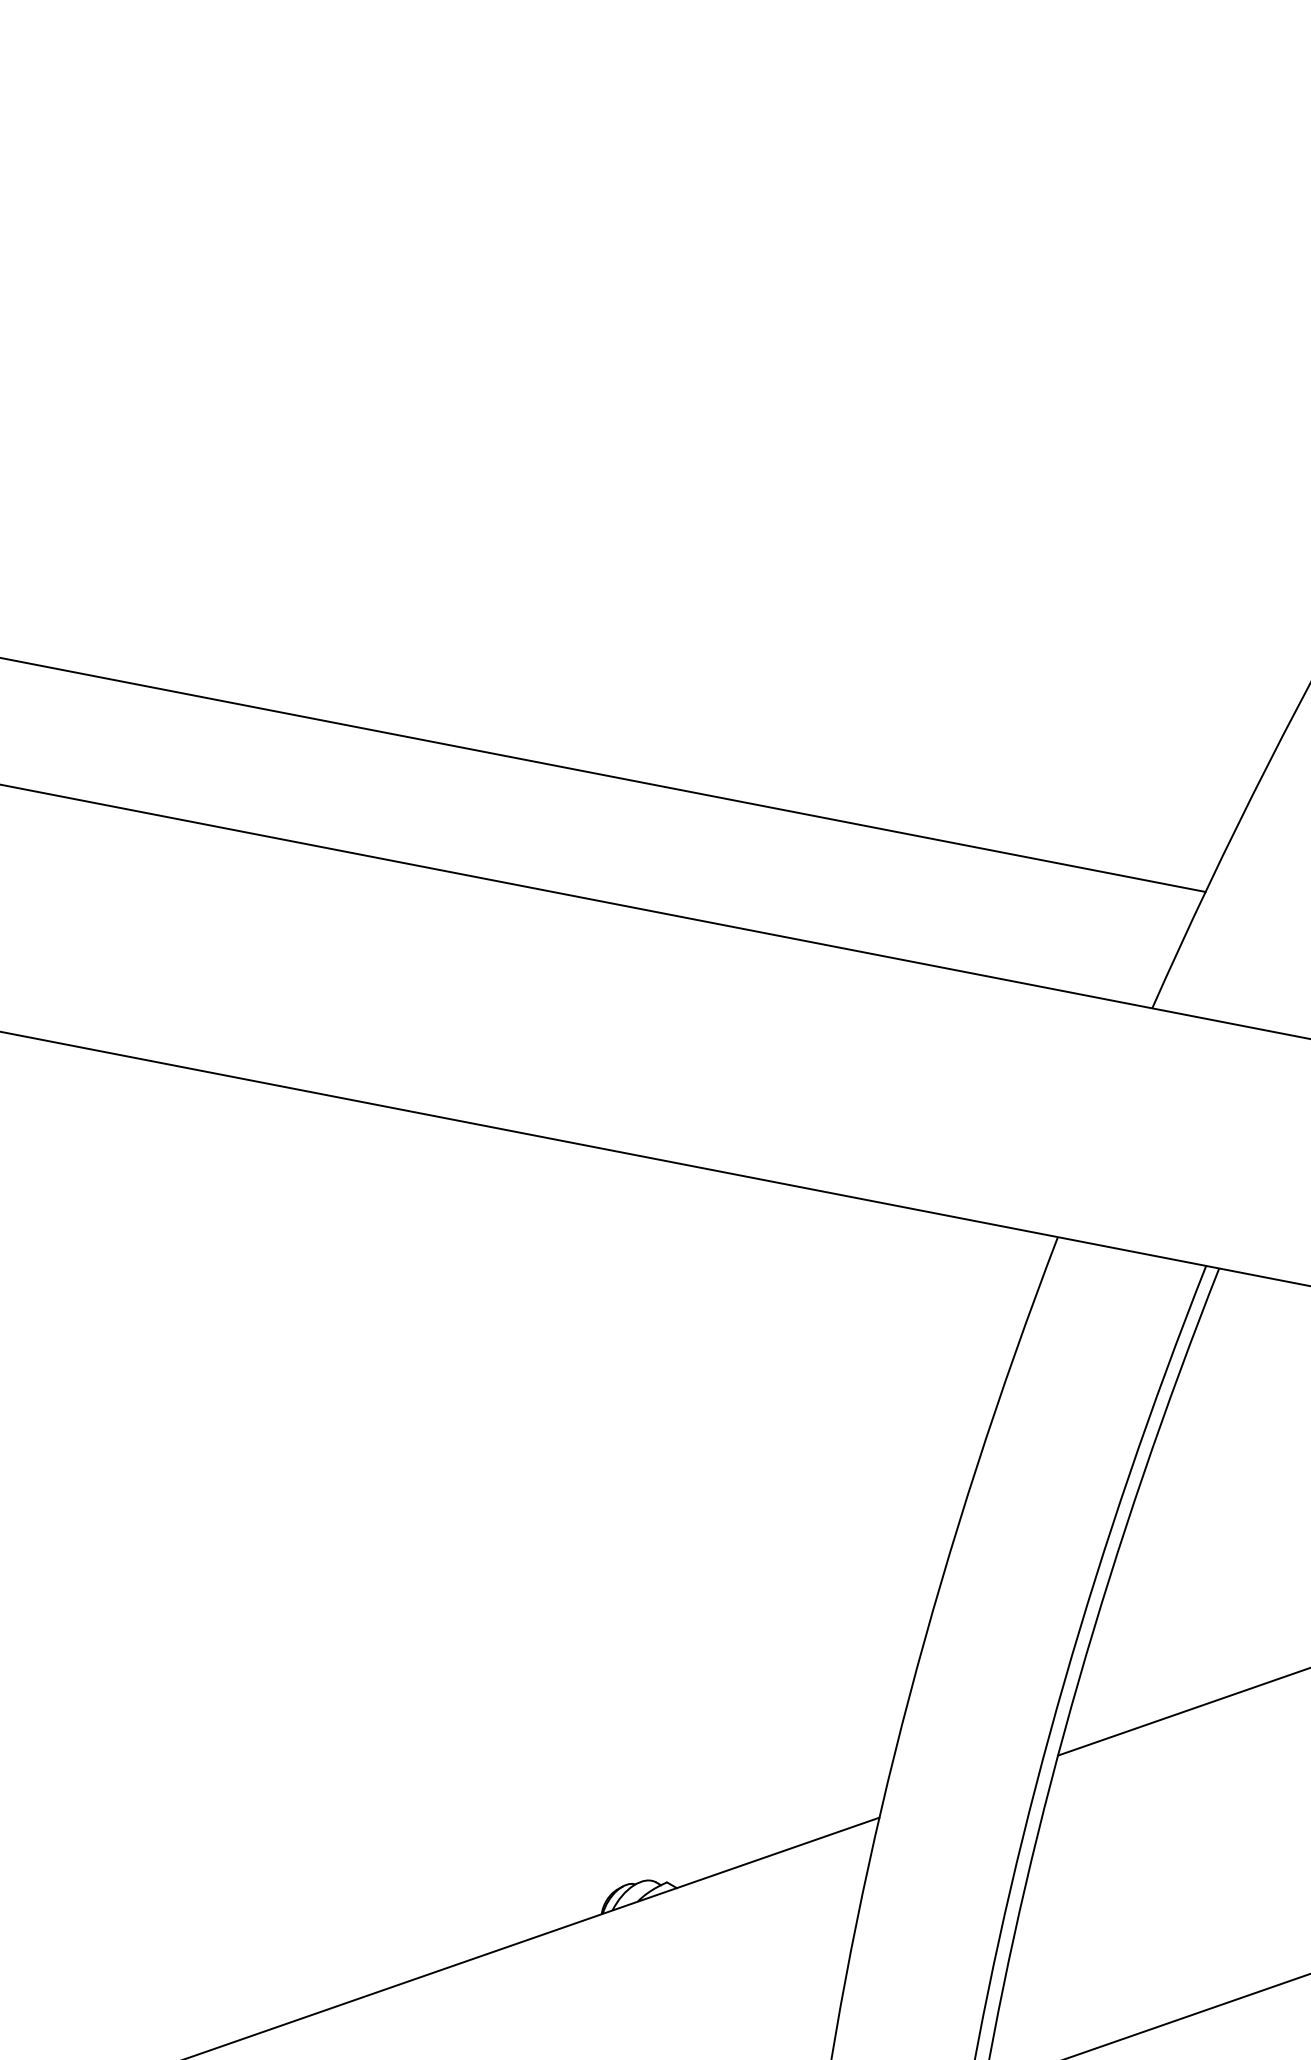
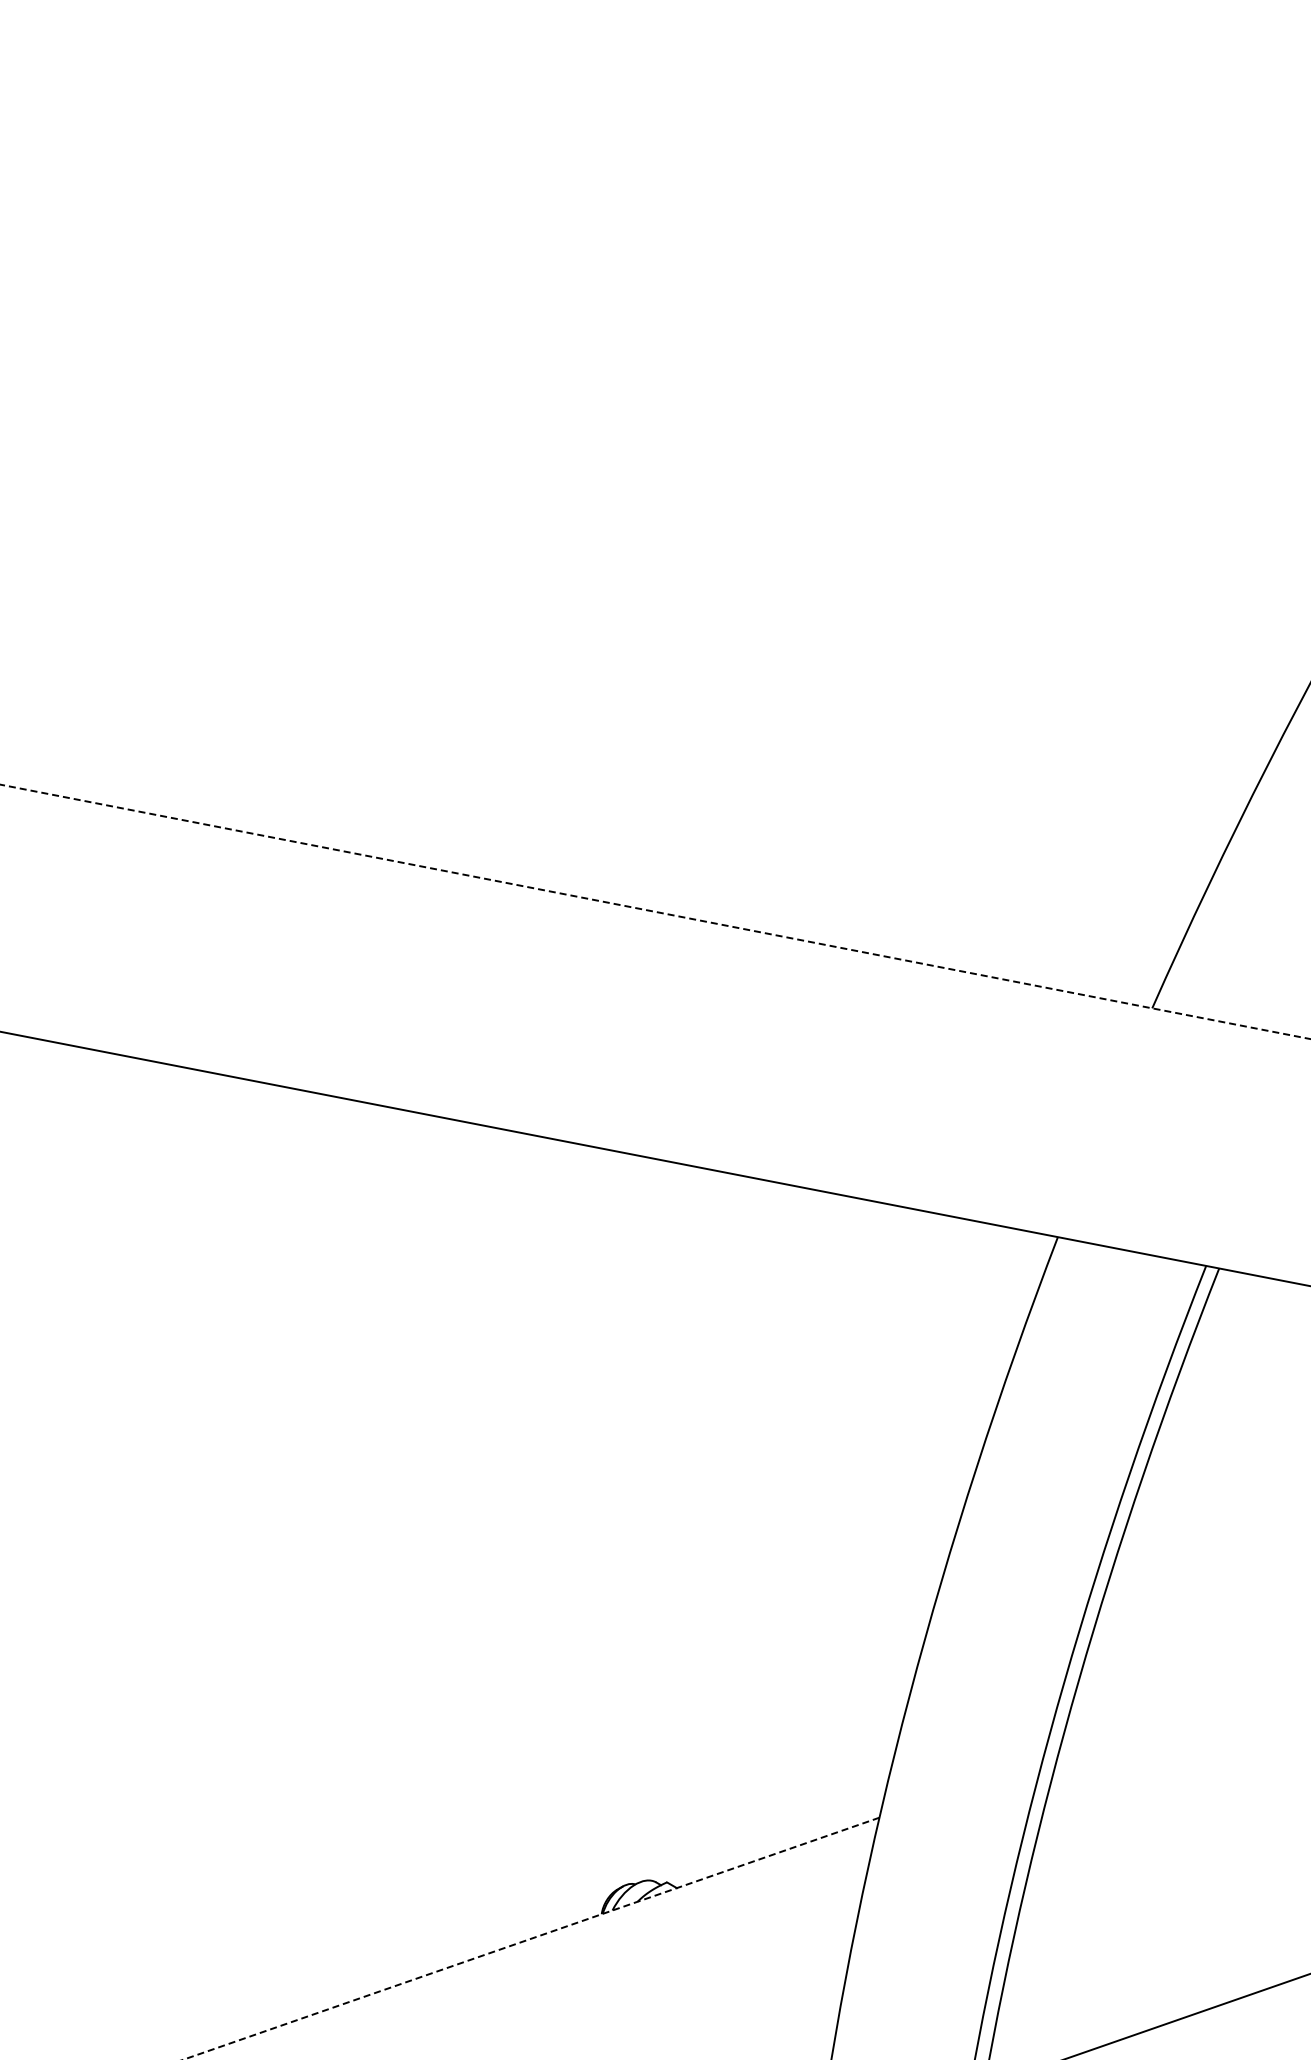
line at (603, 774): present -> none
line at (655, 911): solid -> dashed
line at (1182, 1711): present -> none
line at (530, 1938): solid -> dashed
